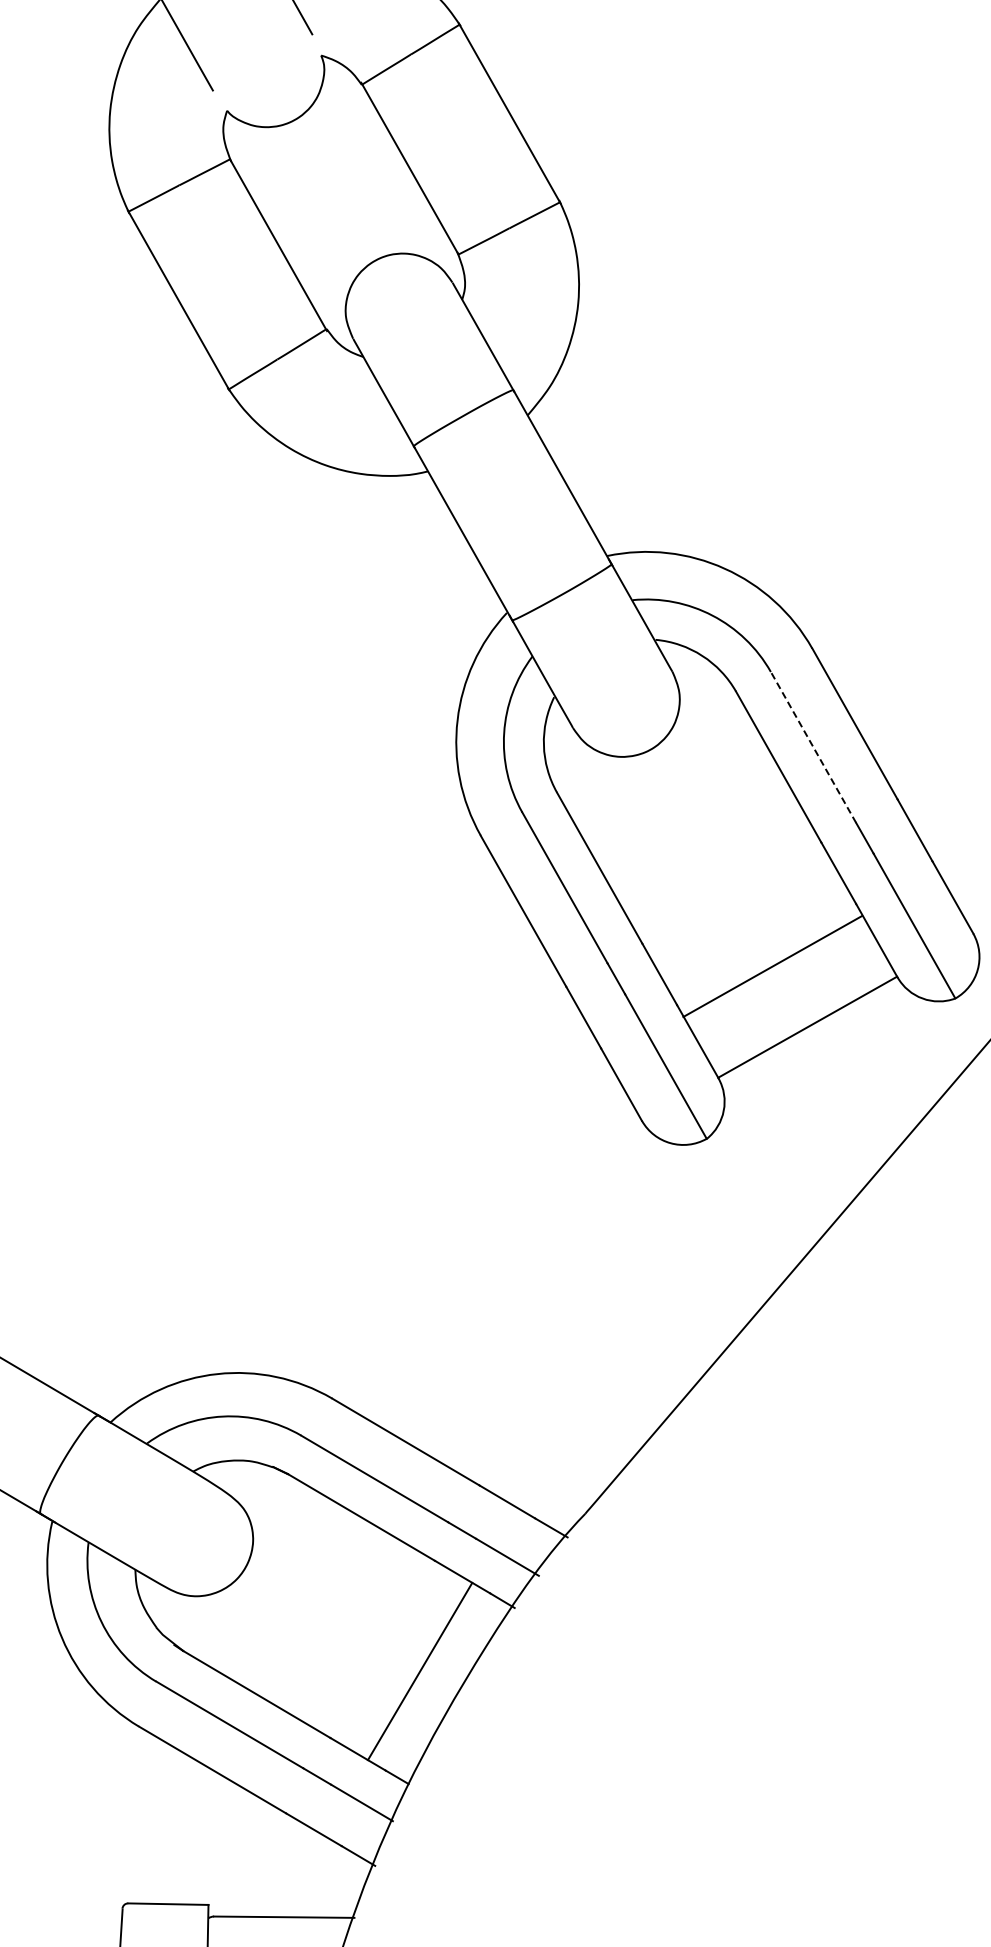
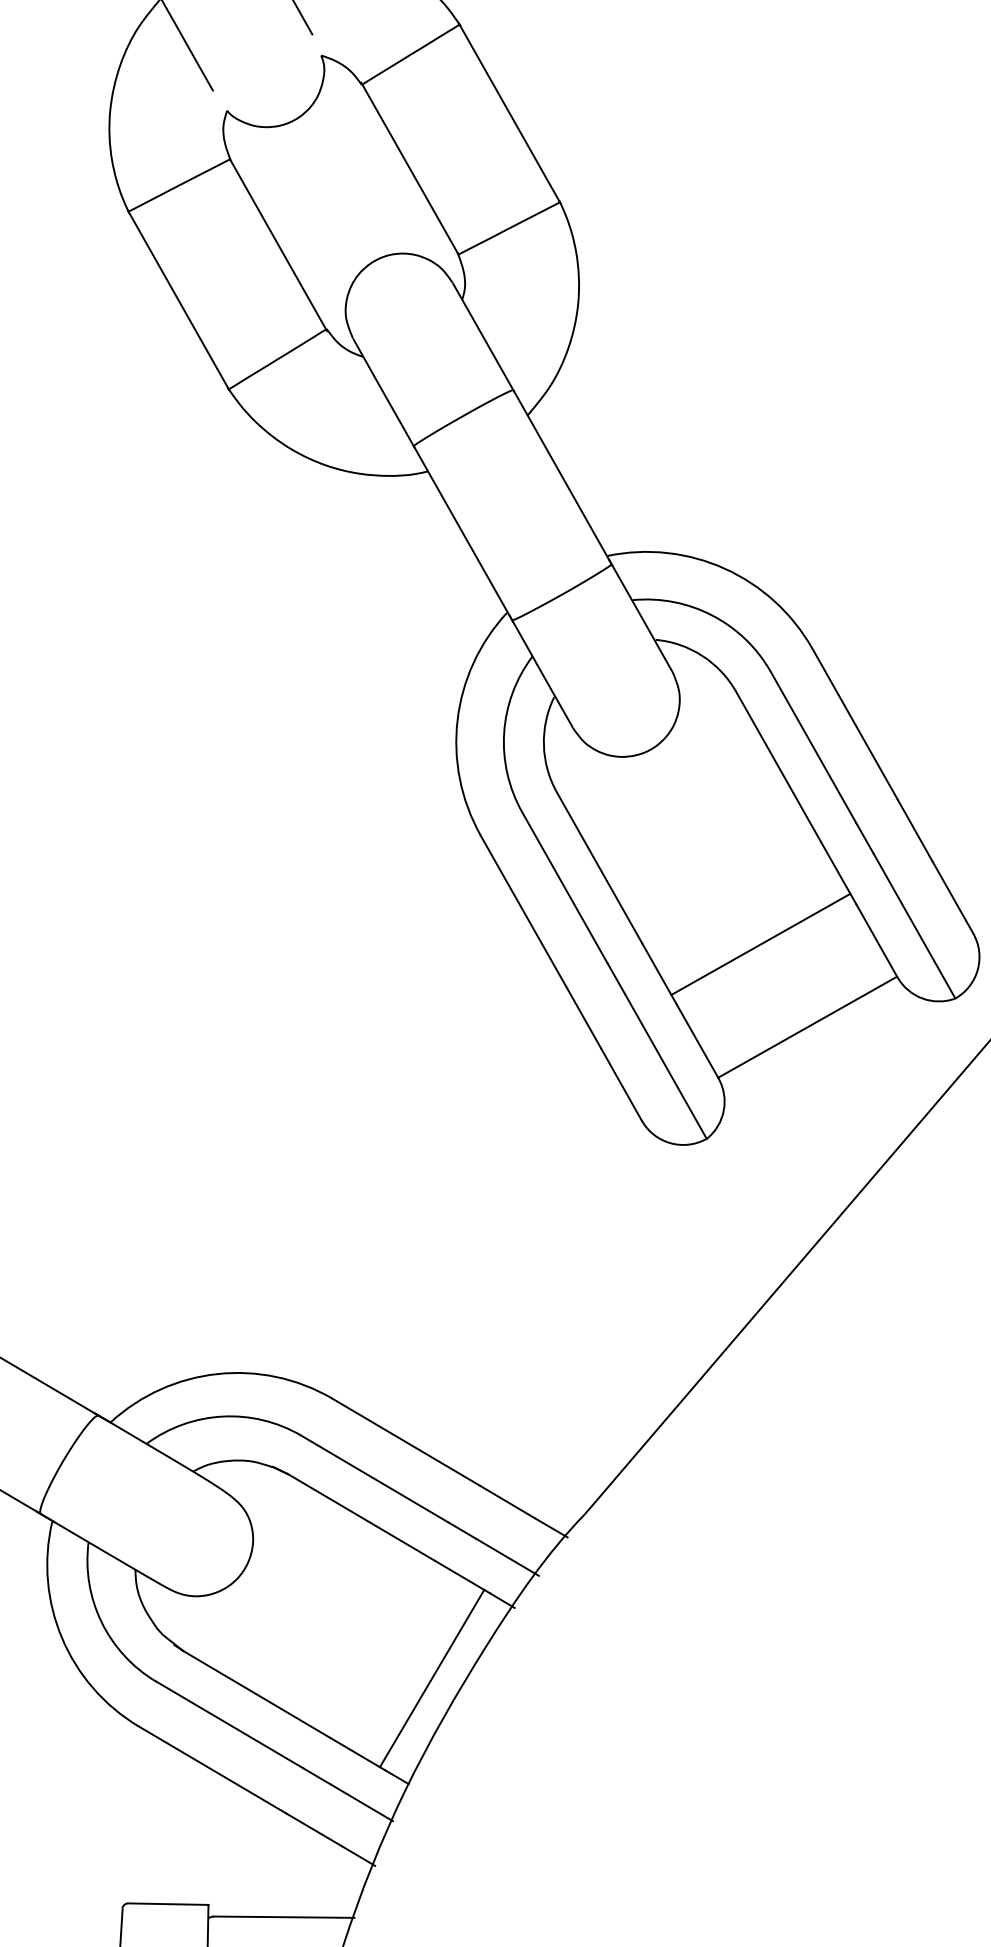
line at (813, 747): dashed -> solid
line at (772, 965) position: (772, 965) -> (760, 943)
line at (419, 1671) position: (419, 1671) -> (431, 1678)
